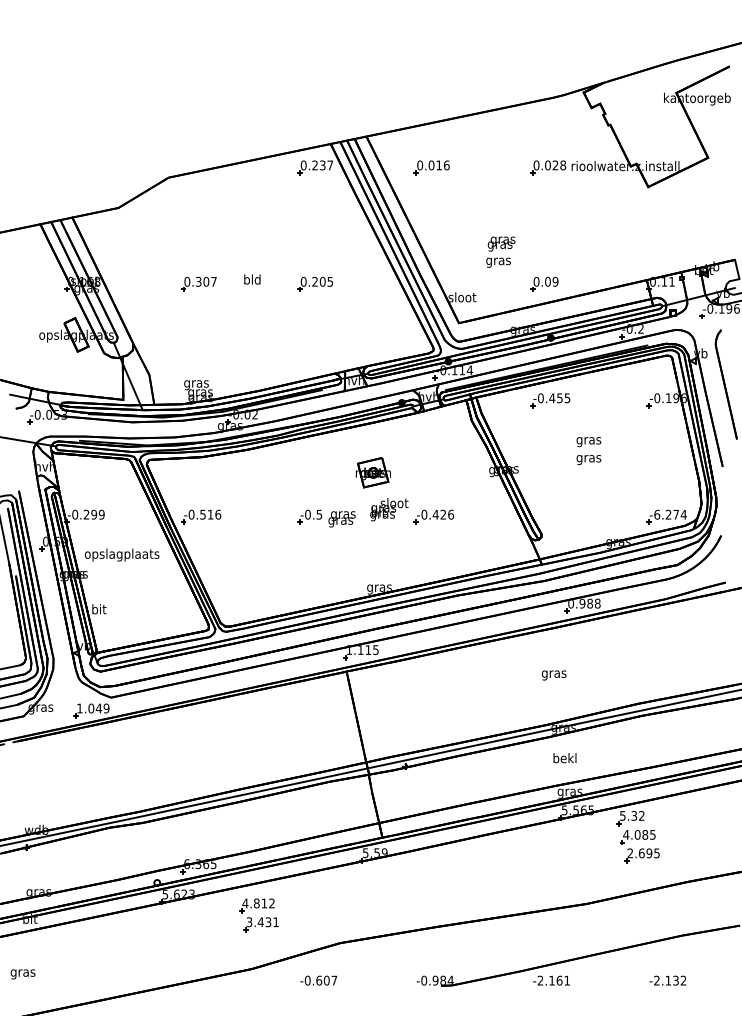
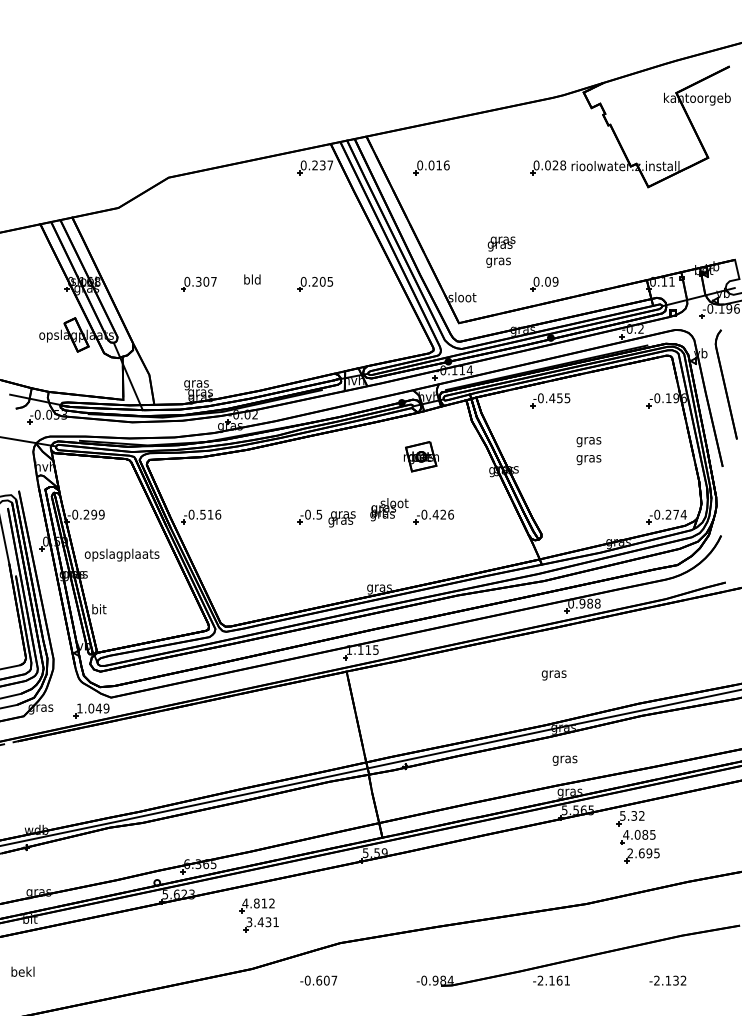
part at (373, 472) position: (373, 472) -> (421, 456)
text at (657, 514): -6.274 -> -0.274
text at (564, 759): bekl -> gras
text at (22, 972): gras -> bekl
